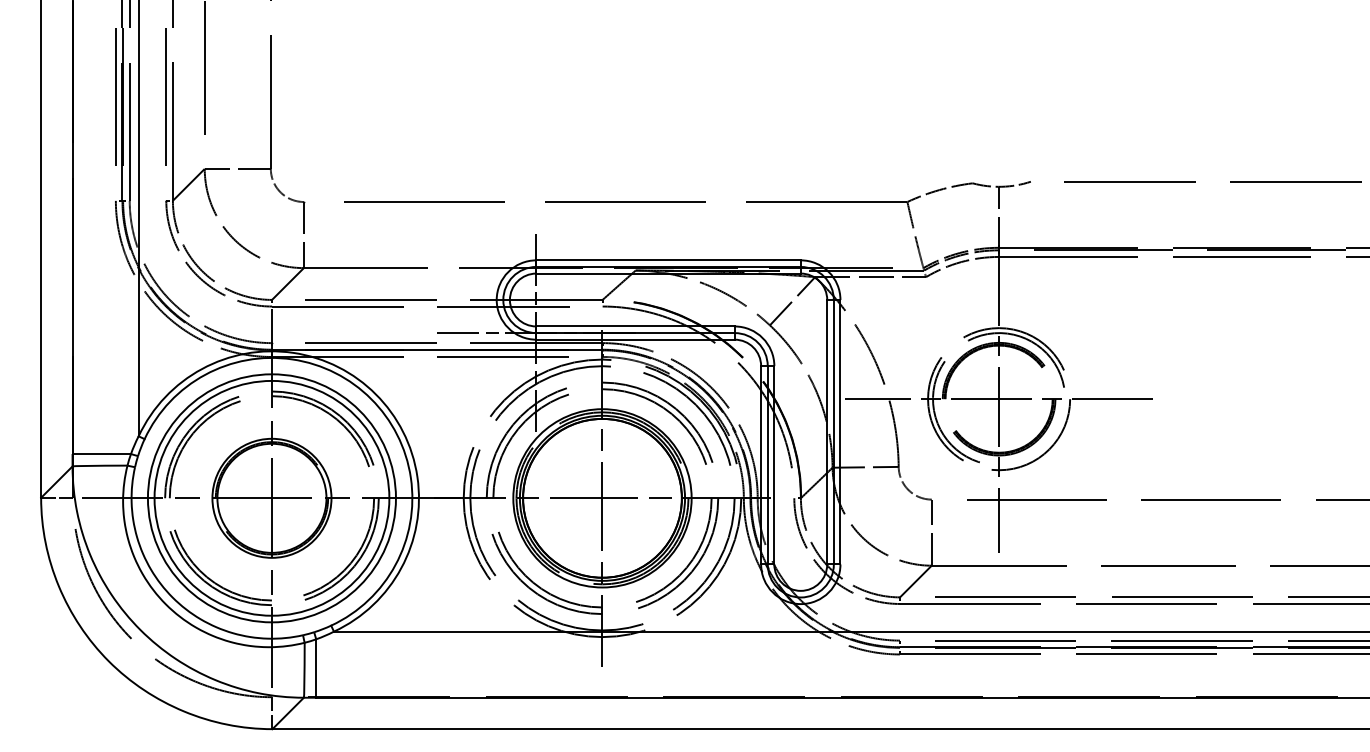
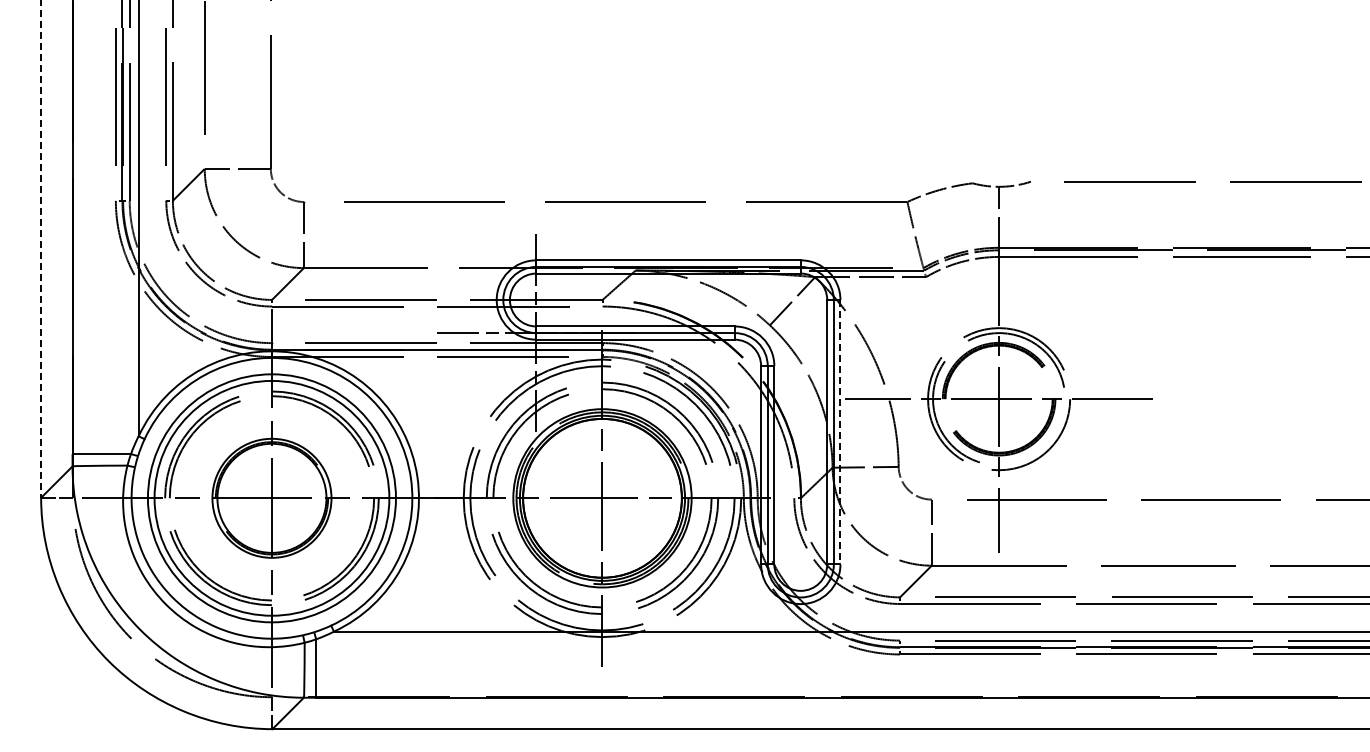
line at (41, 249): solid -> dashed
line at (840, 432): solid -> dashed
